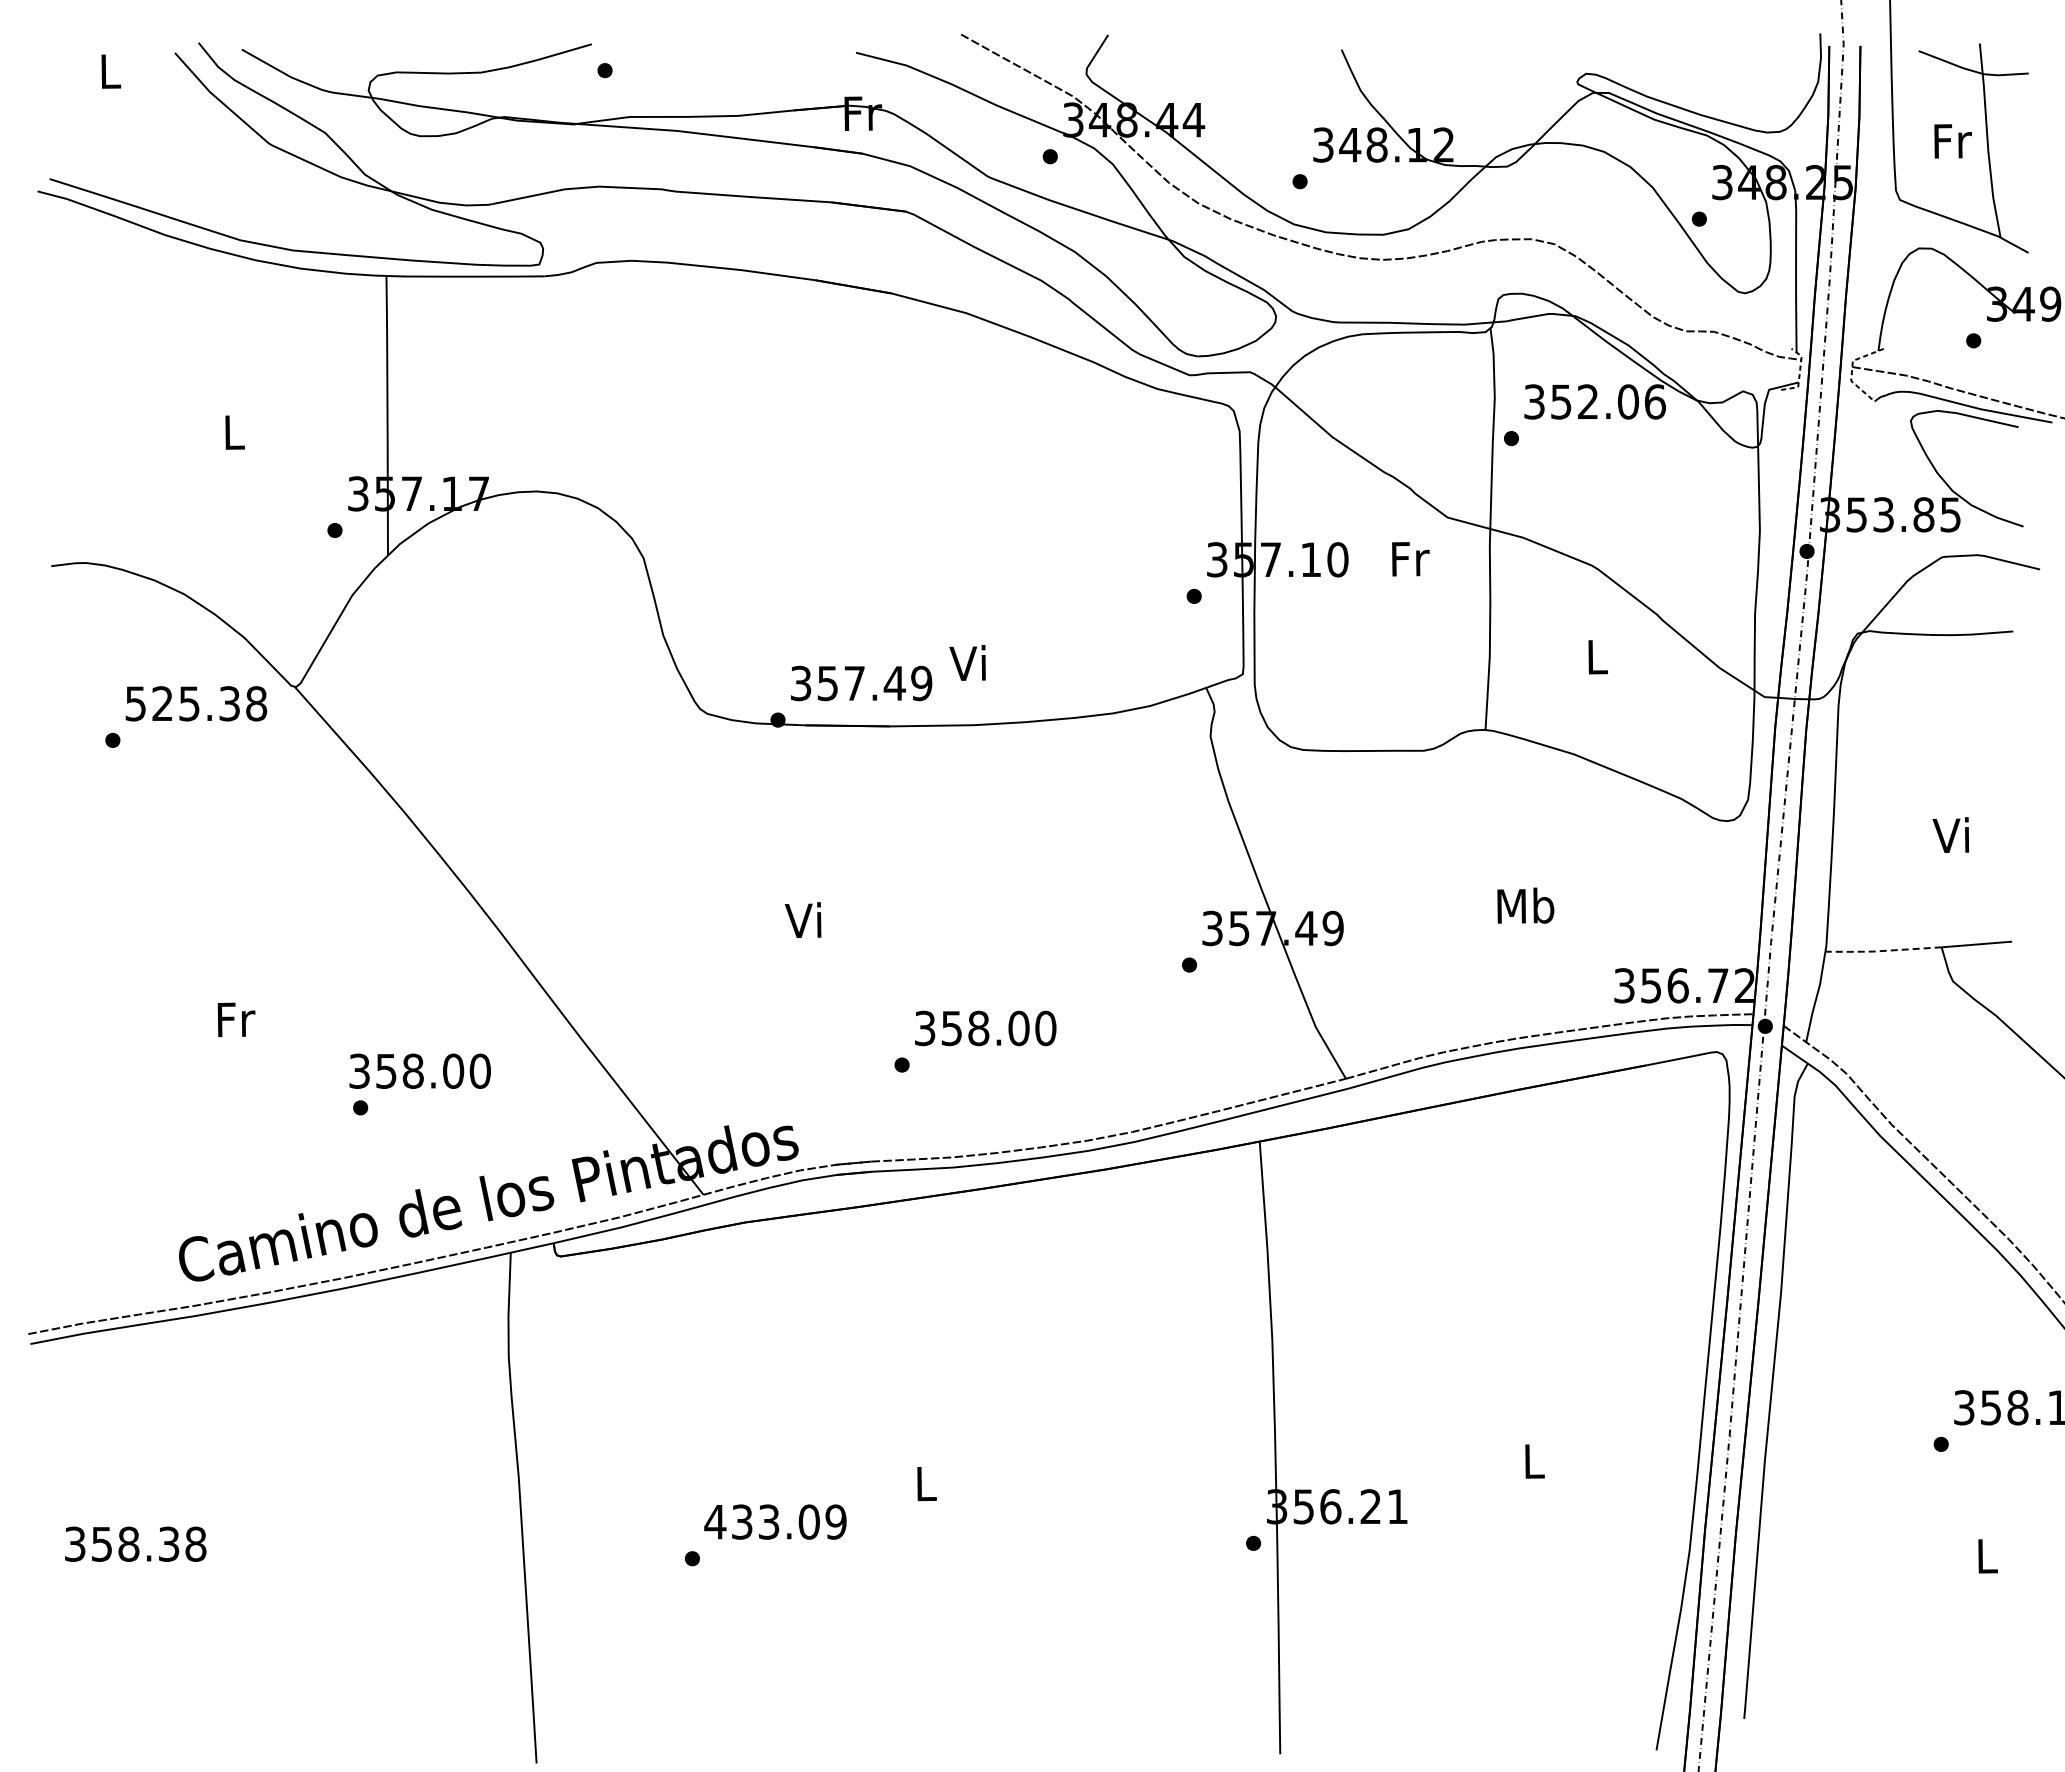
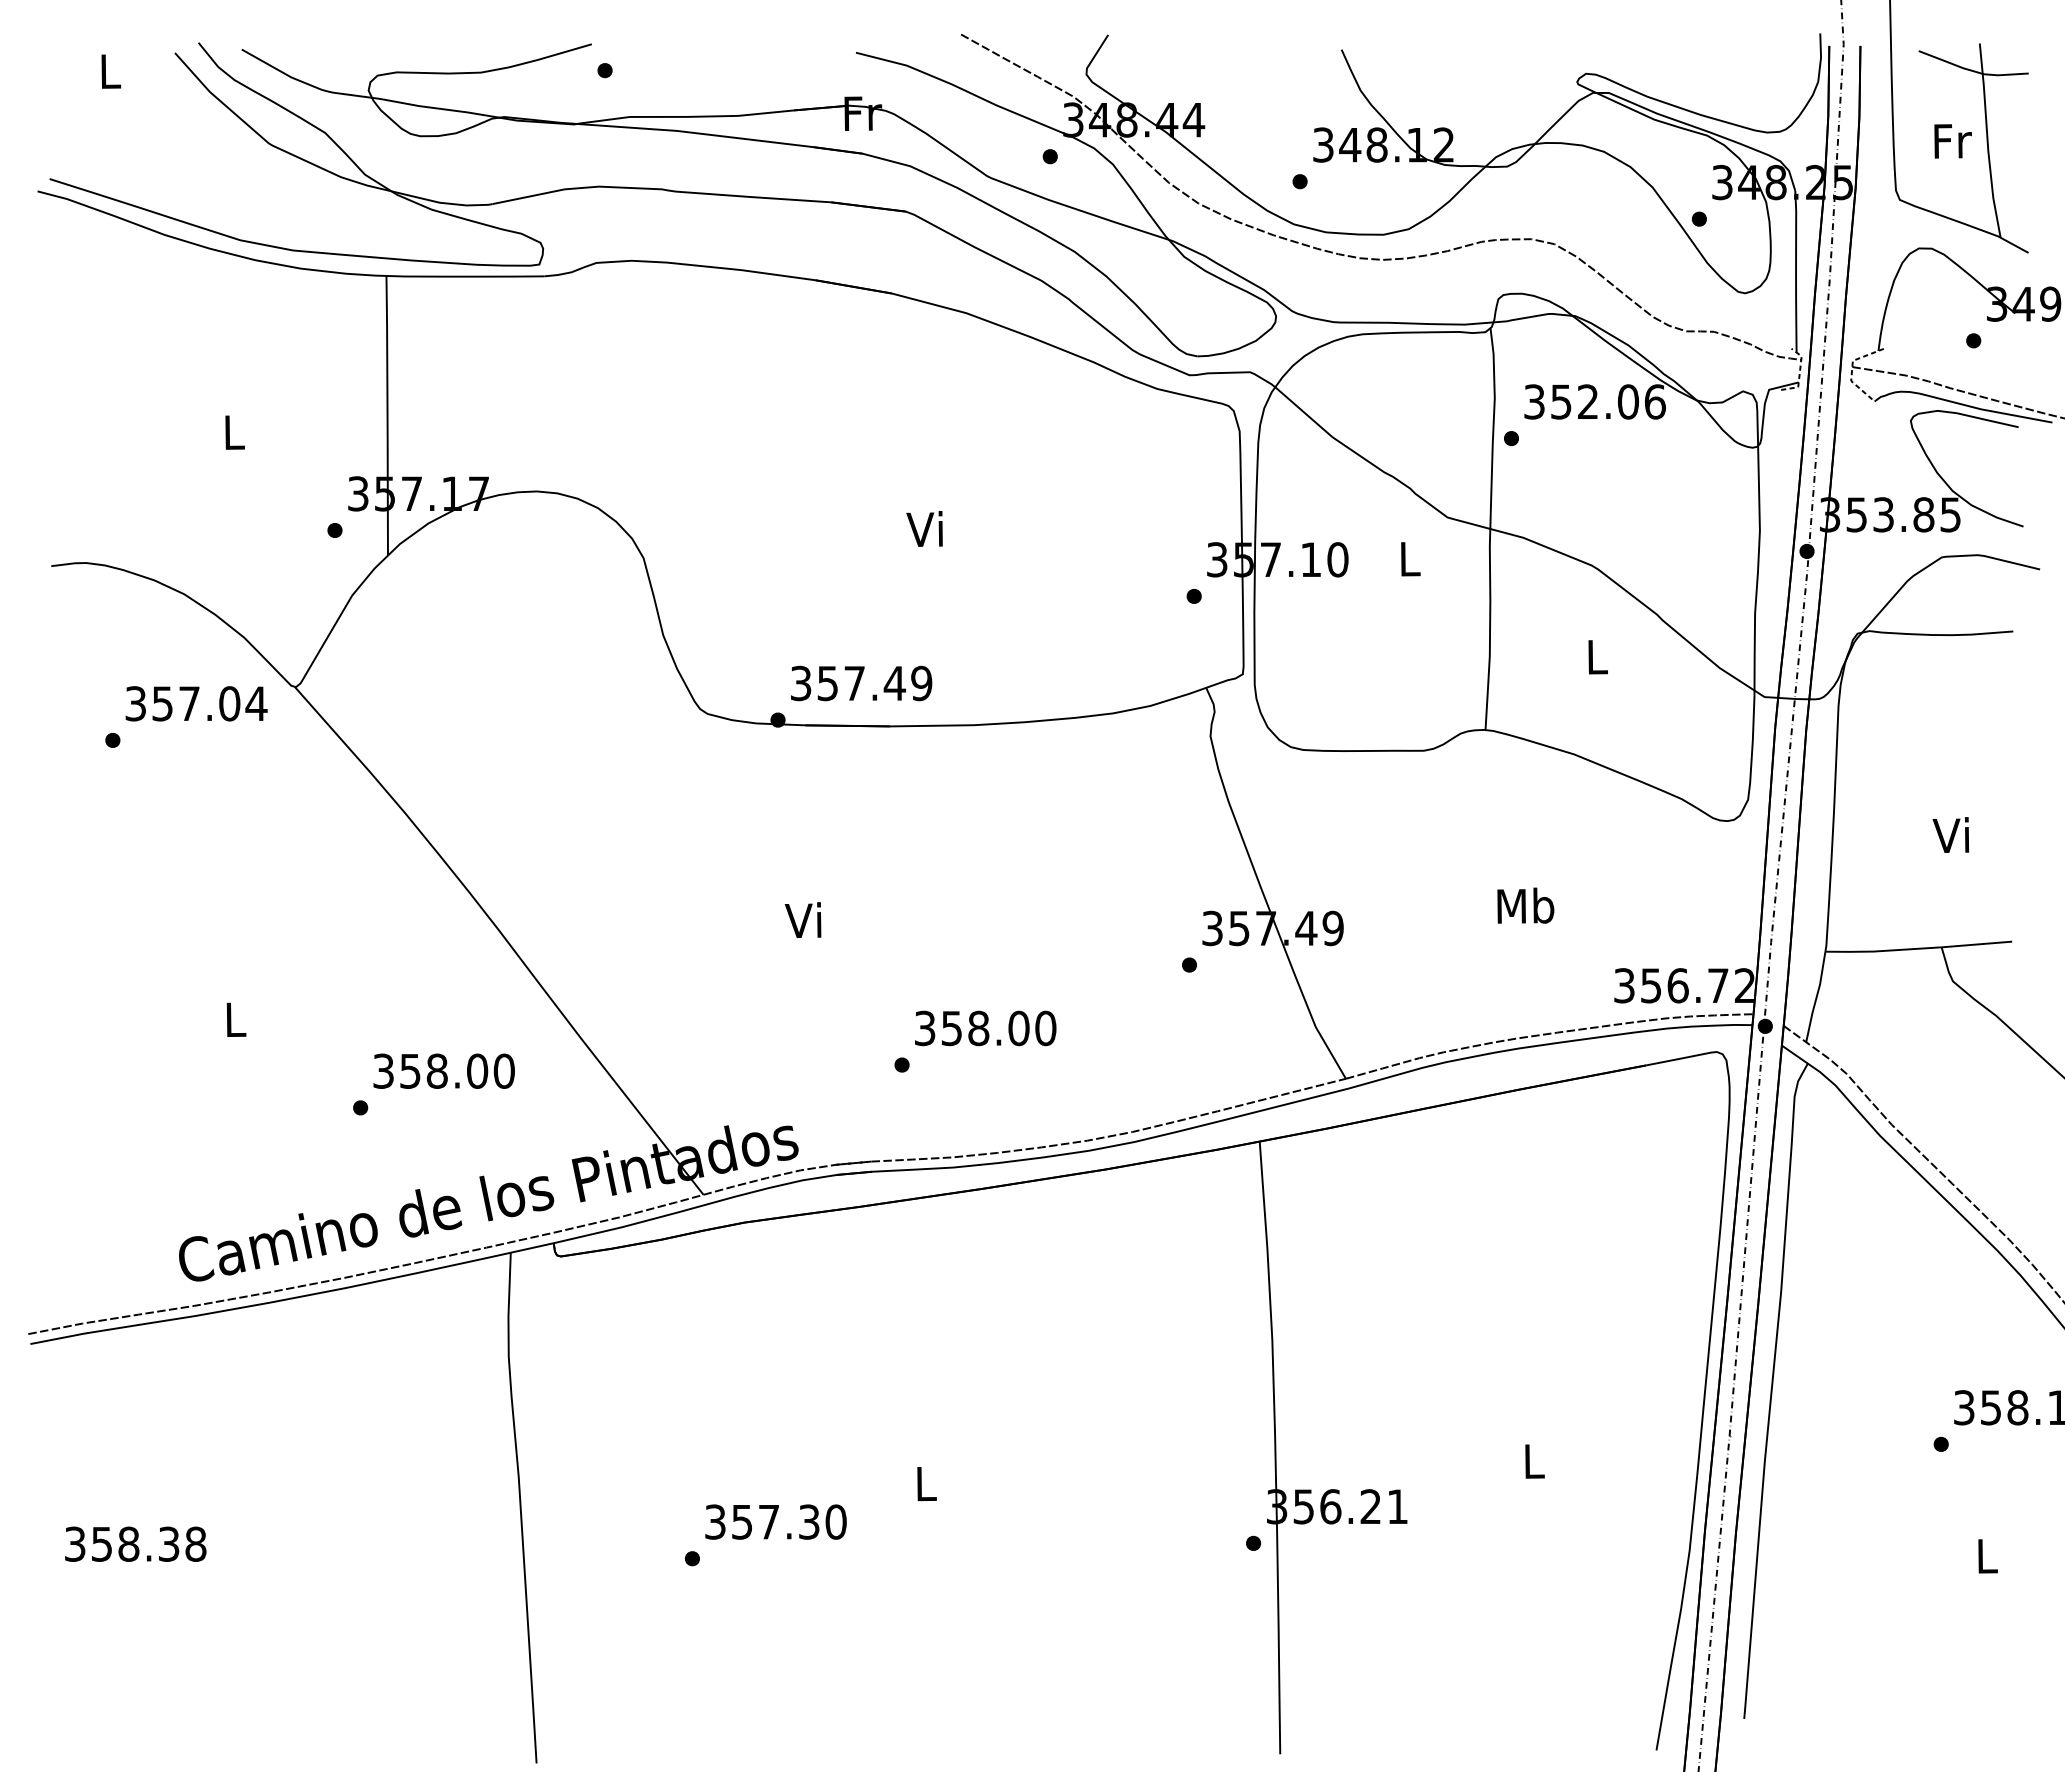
text at (1410, 559): Fr -> L
text at (967, 662) position: (967, 662) -> (924, 528)
text at (196, 703): 525.38 -> 357.04
line at (1881, 951): dashed -> solid
text at (236, 1019): Fr -> L
text at (419, 1070) position: (419, 1070) -> (443, 1070)
text at (775, 1521): 433.09 -> 357.30
